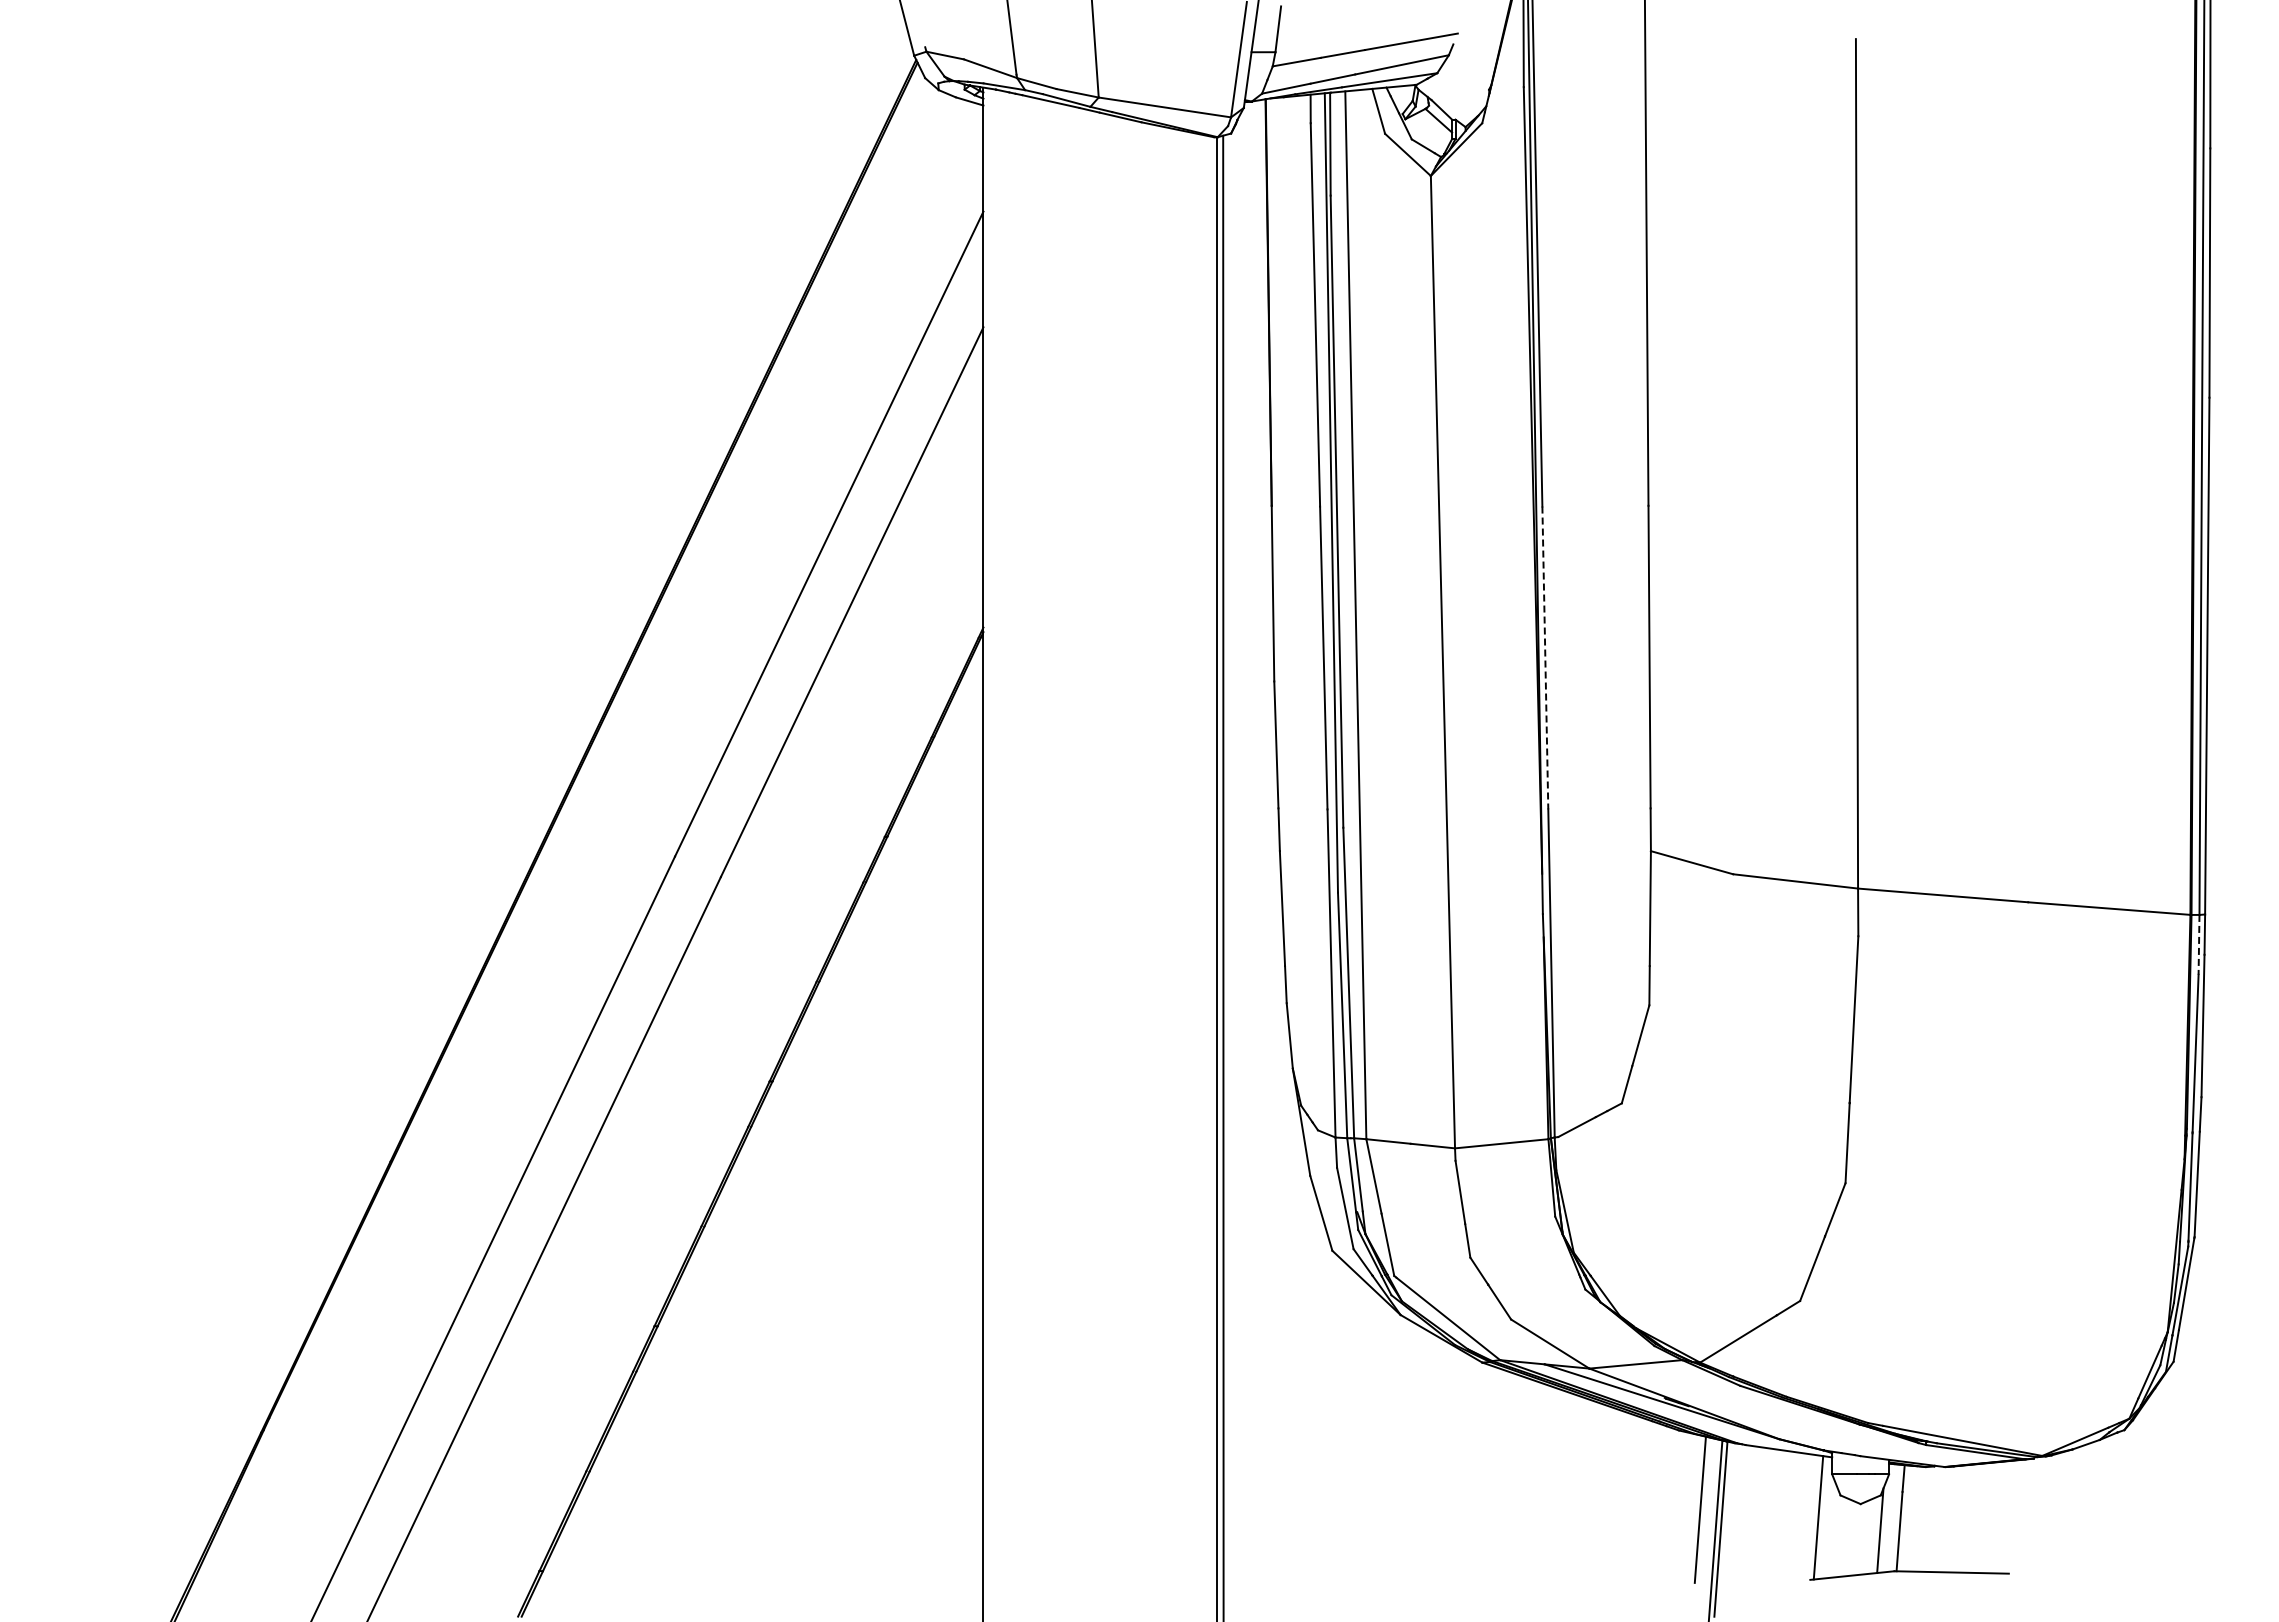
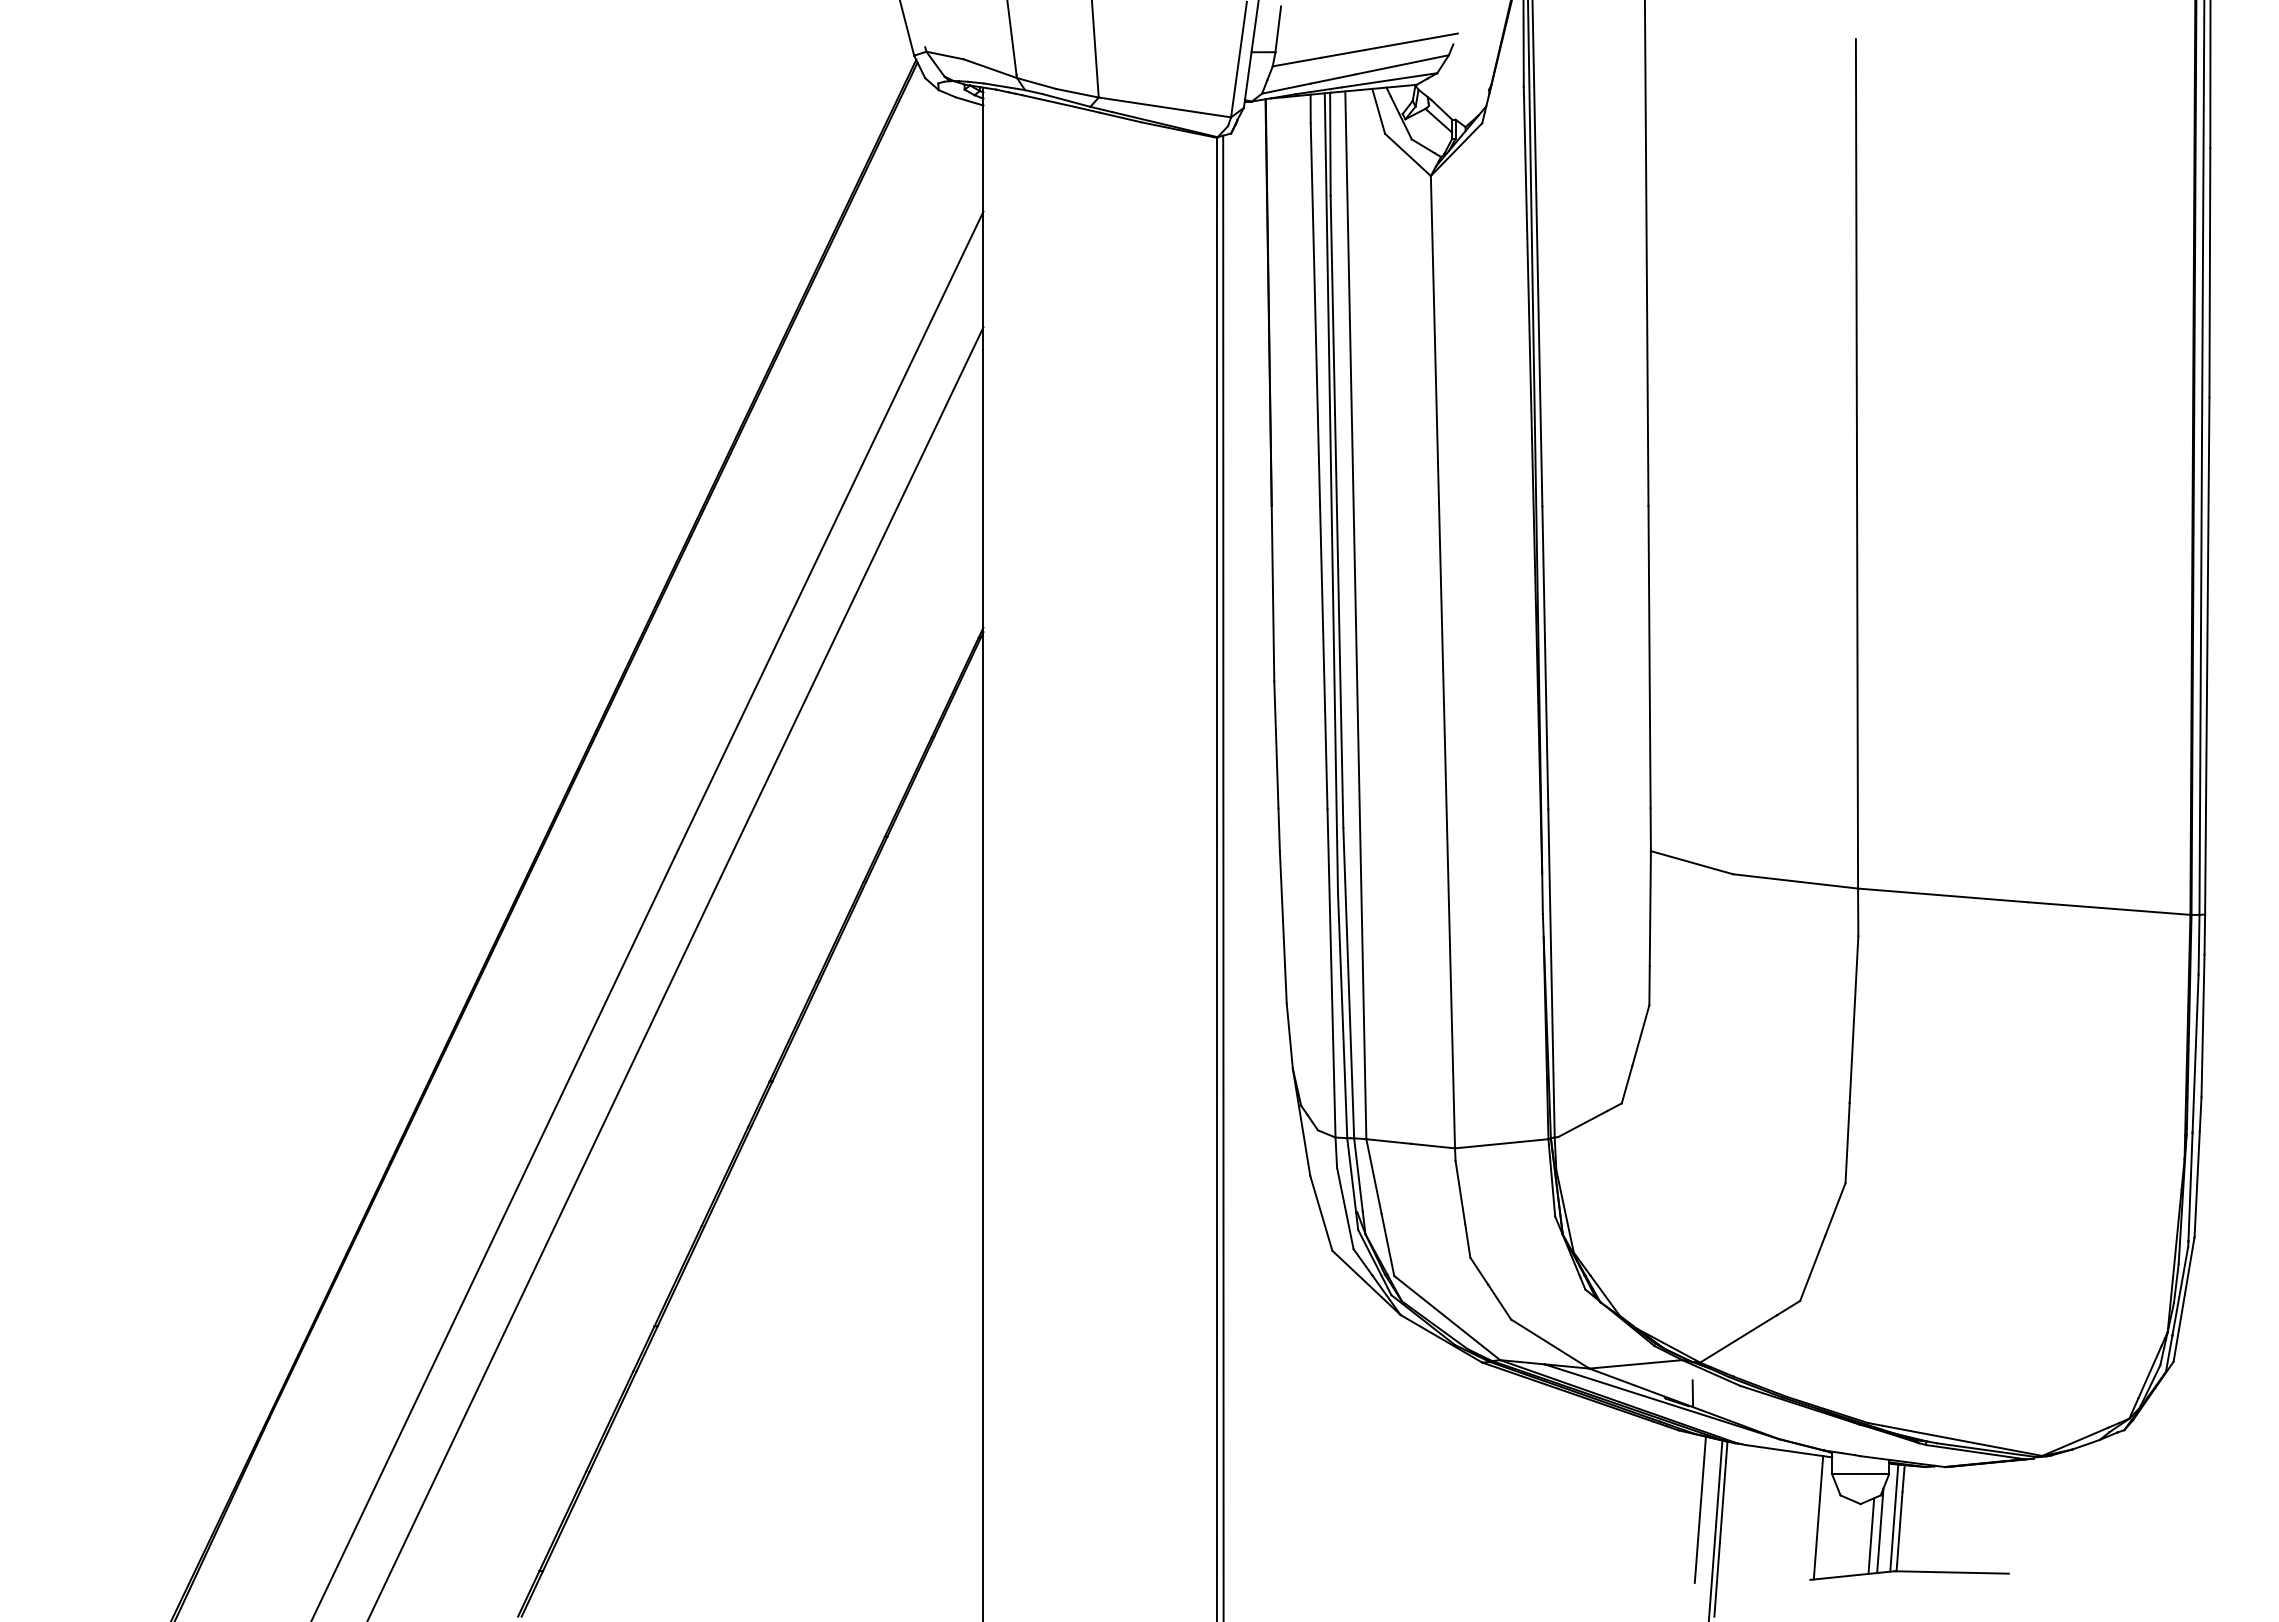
line at (1545, 658): dashed -> solid
line at (2199, 944): dashed -> solid
line at (1692, 1393): none -> present
line at (1894, 1517): none -> present
line at (1871, 1535): none -> present
